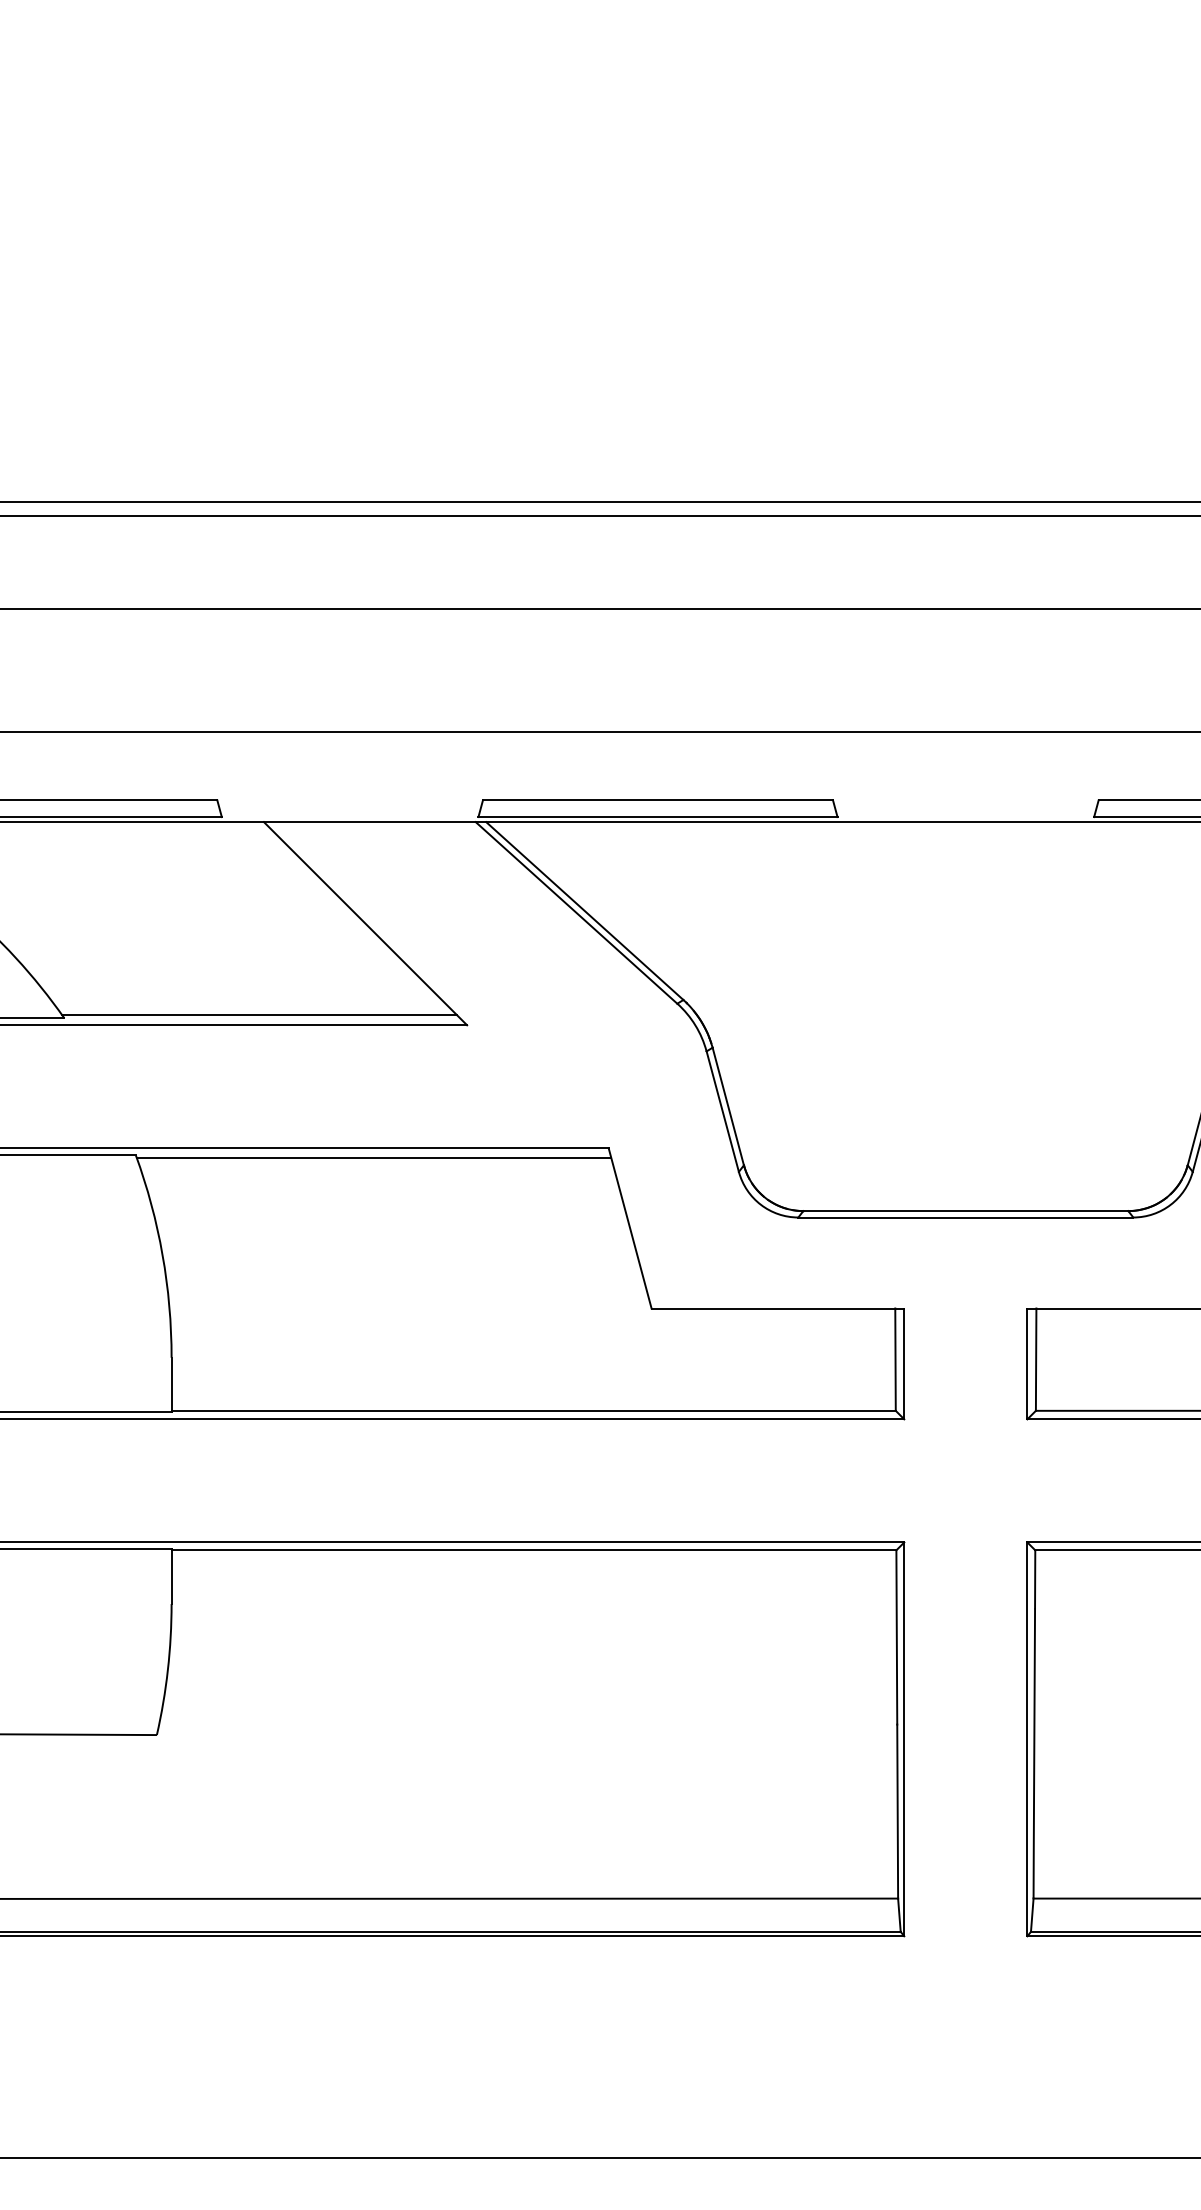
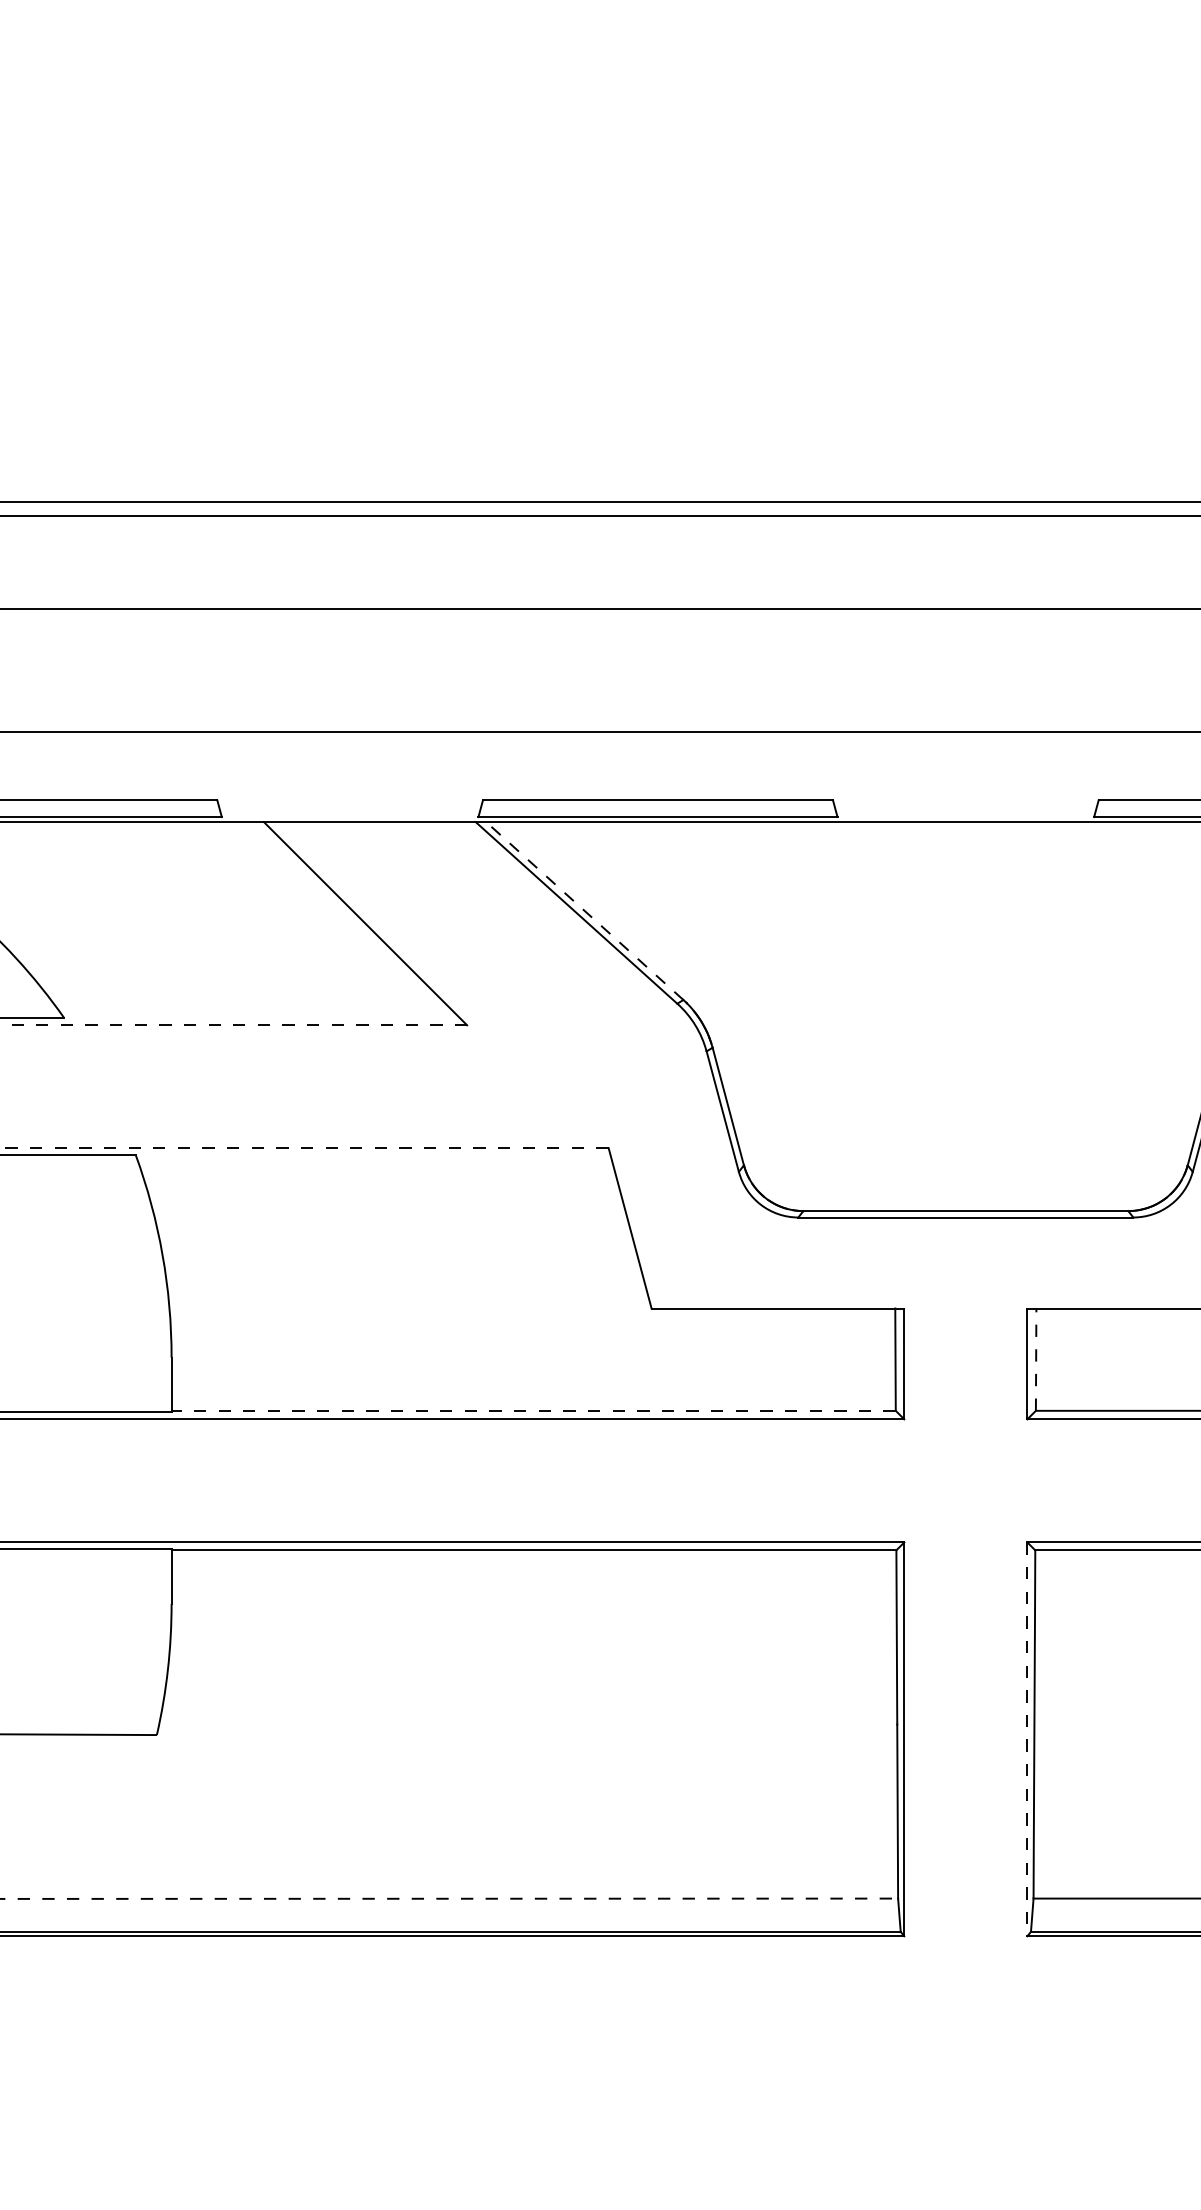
line at (584, 911): solid -> dashed
line at (259, 1015): present -> none
line at (233, 1025): solid -> dashed
line at (304, 1148): solid -> dashed
line at (373, 1158): present -> none
line at (1036, 1359): solid -> dashed
line at (533, 1410): solid -> dashed
line at (1027, 1739): solid -> dashed
line at (449, 1898): solid -> dashed
line at (599, 2158): present -> none
